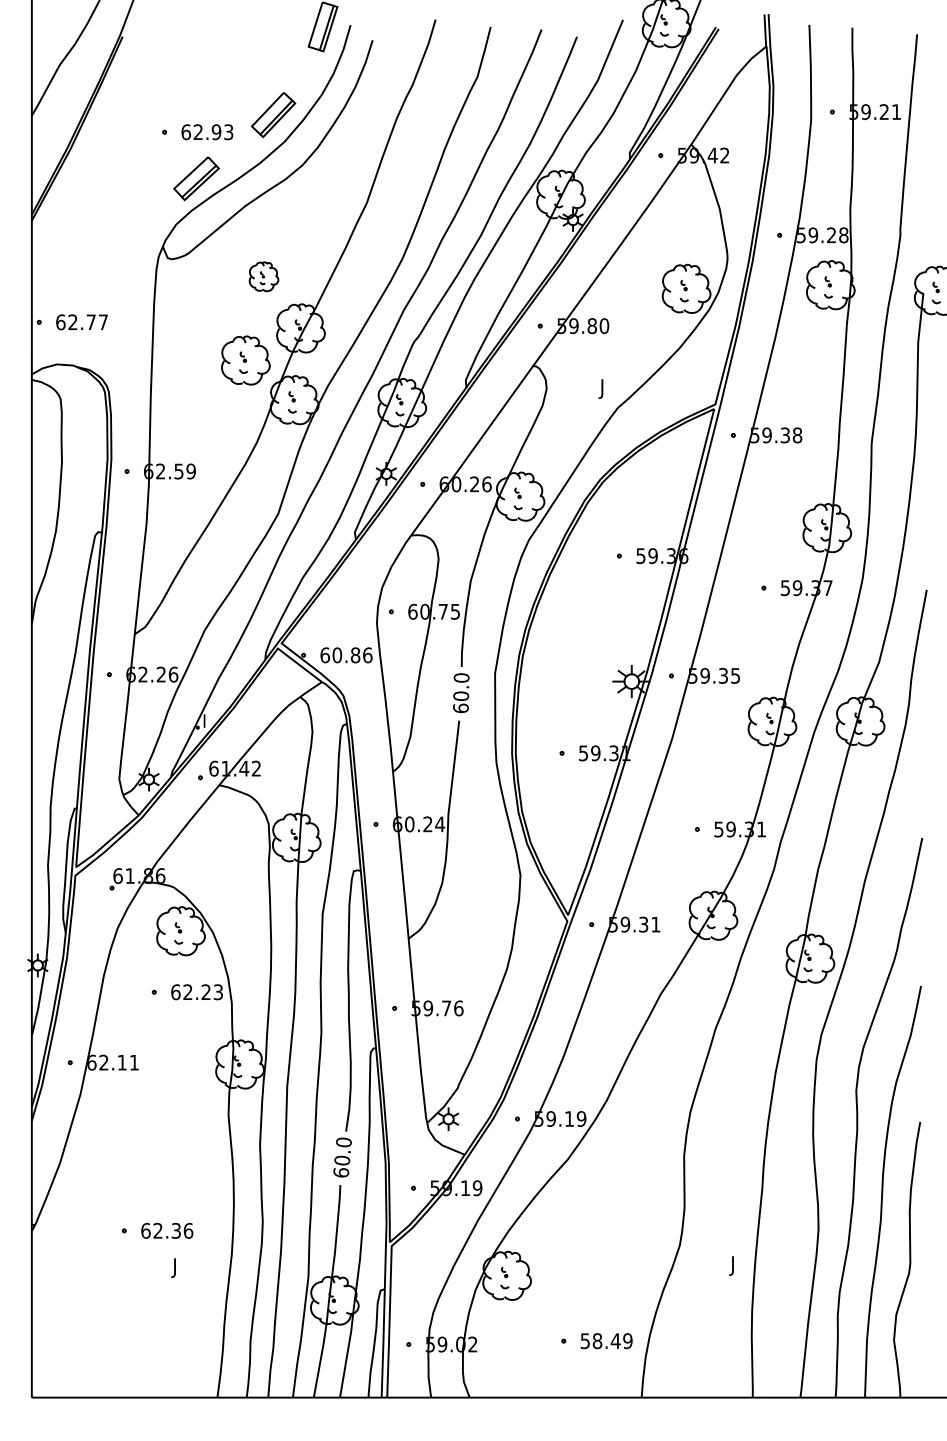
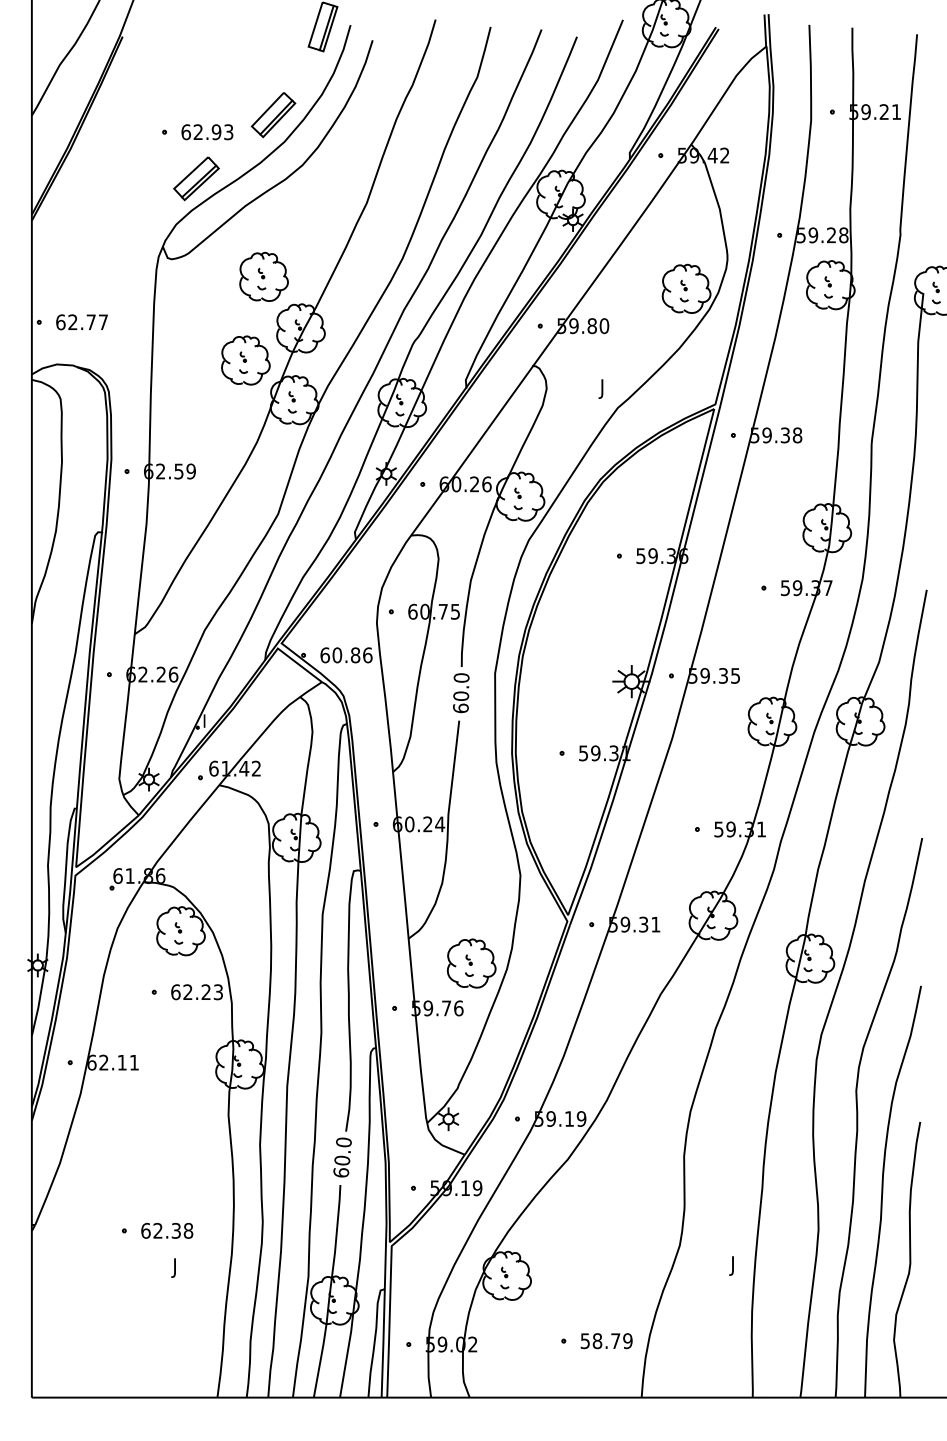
part at (263, 276) size: 32x32 px -> 50x51 px
part at (471, 963): none -> present
text at (188, 1230): 62.36 -> 62.38
text at (615, 1340): 58.49 -> 58.79
